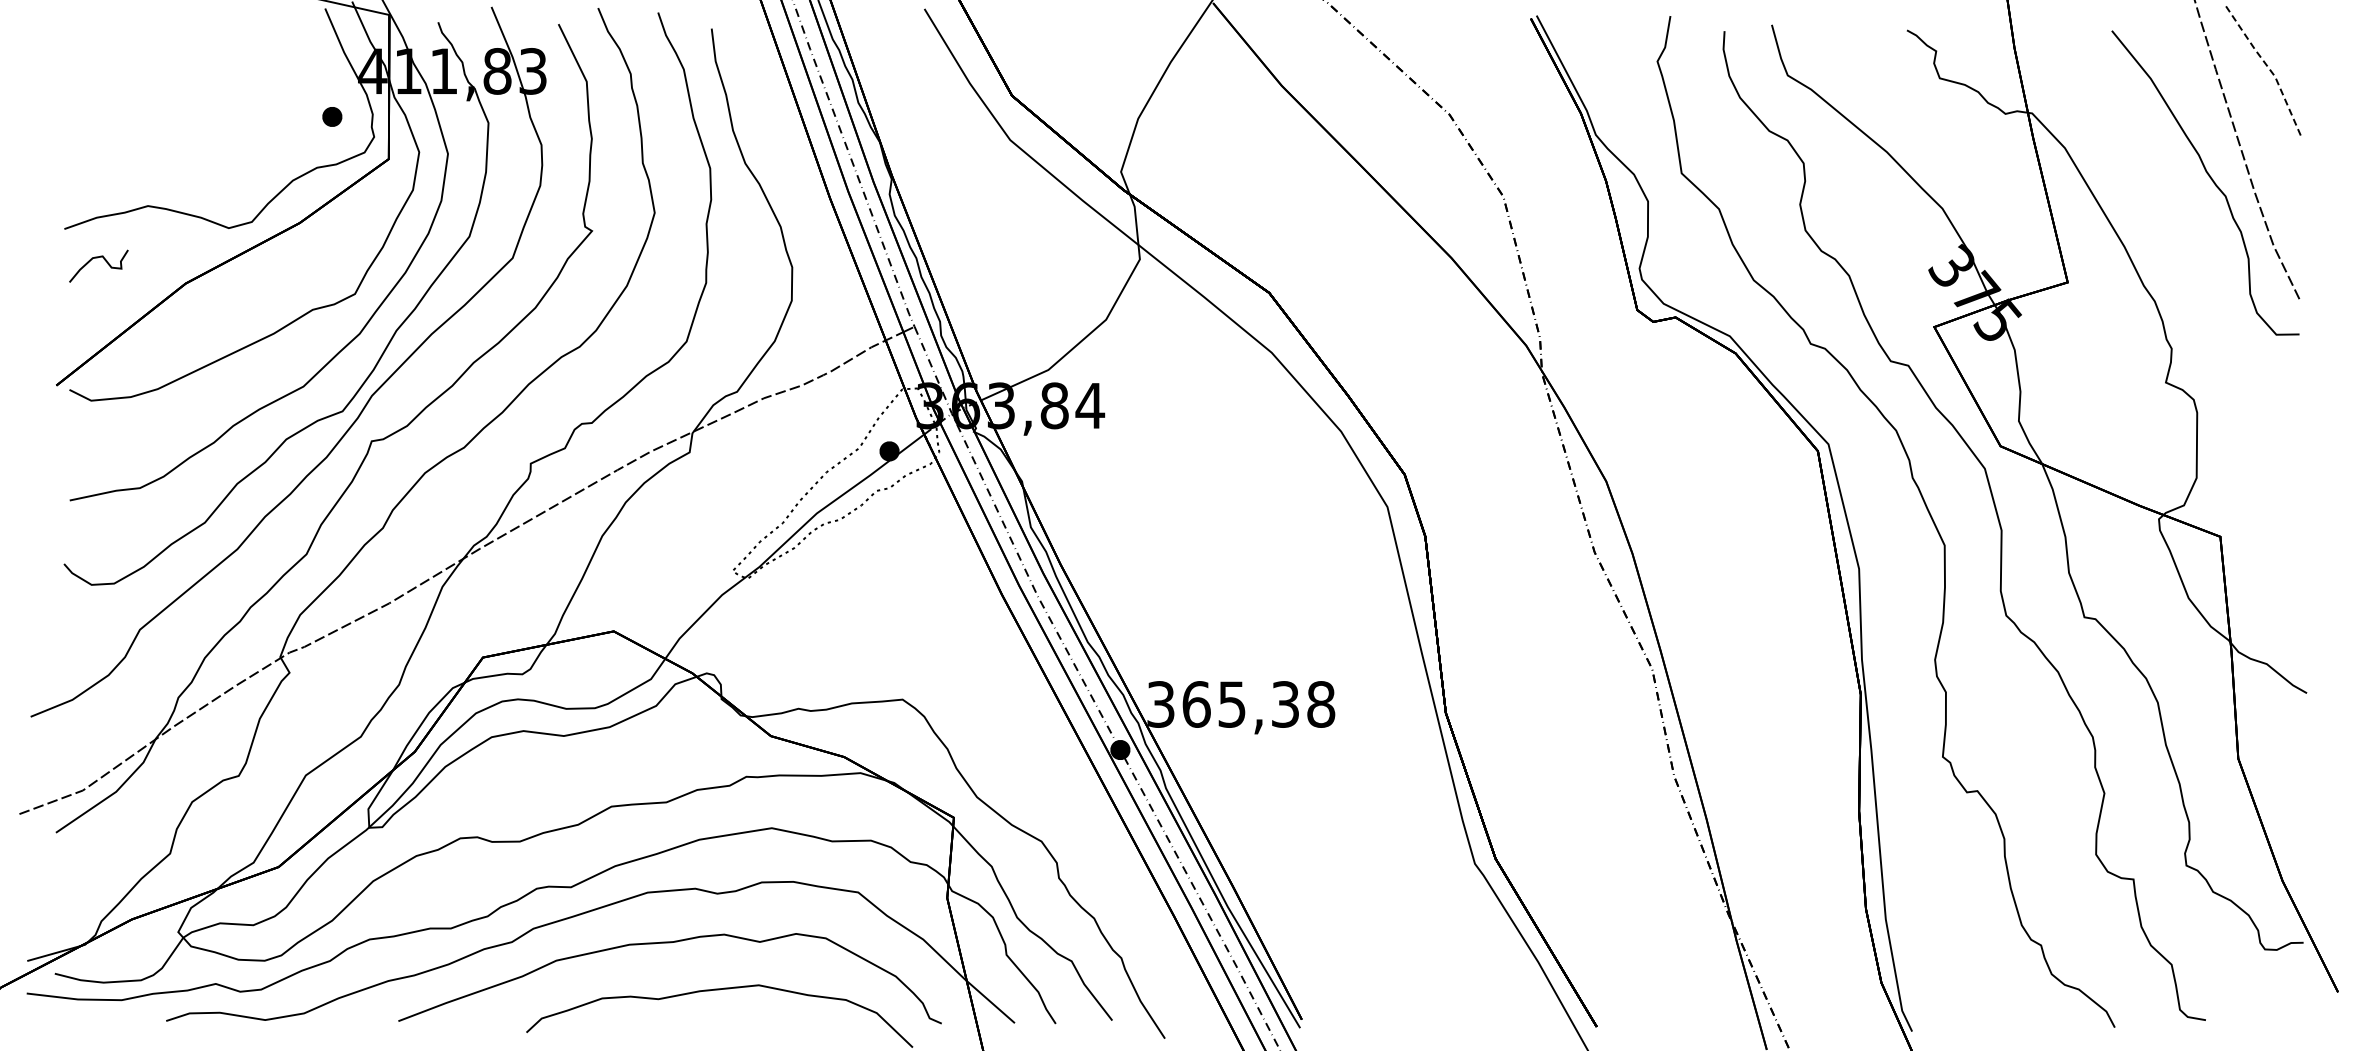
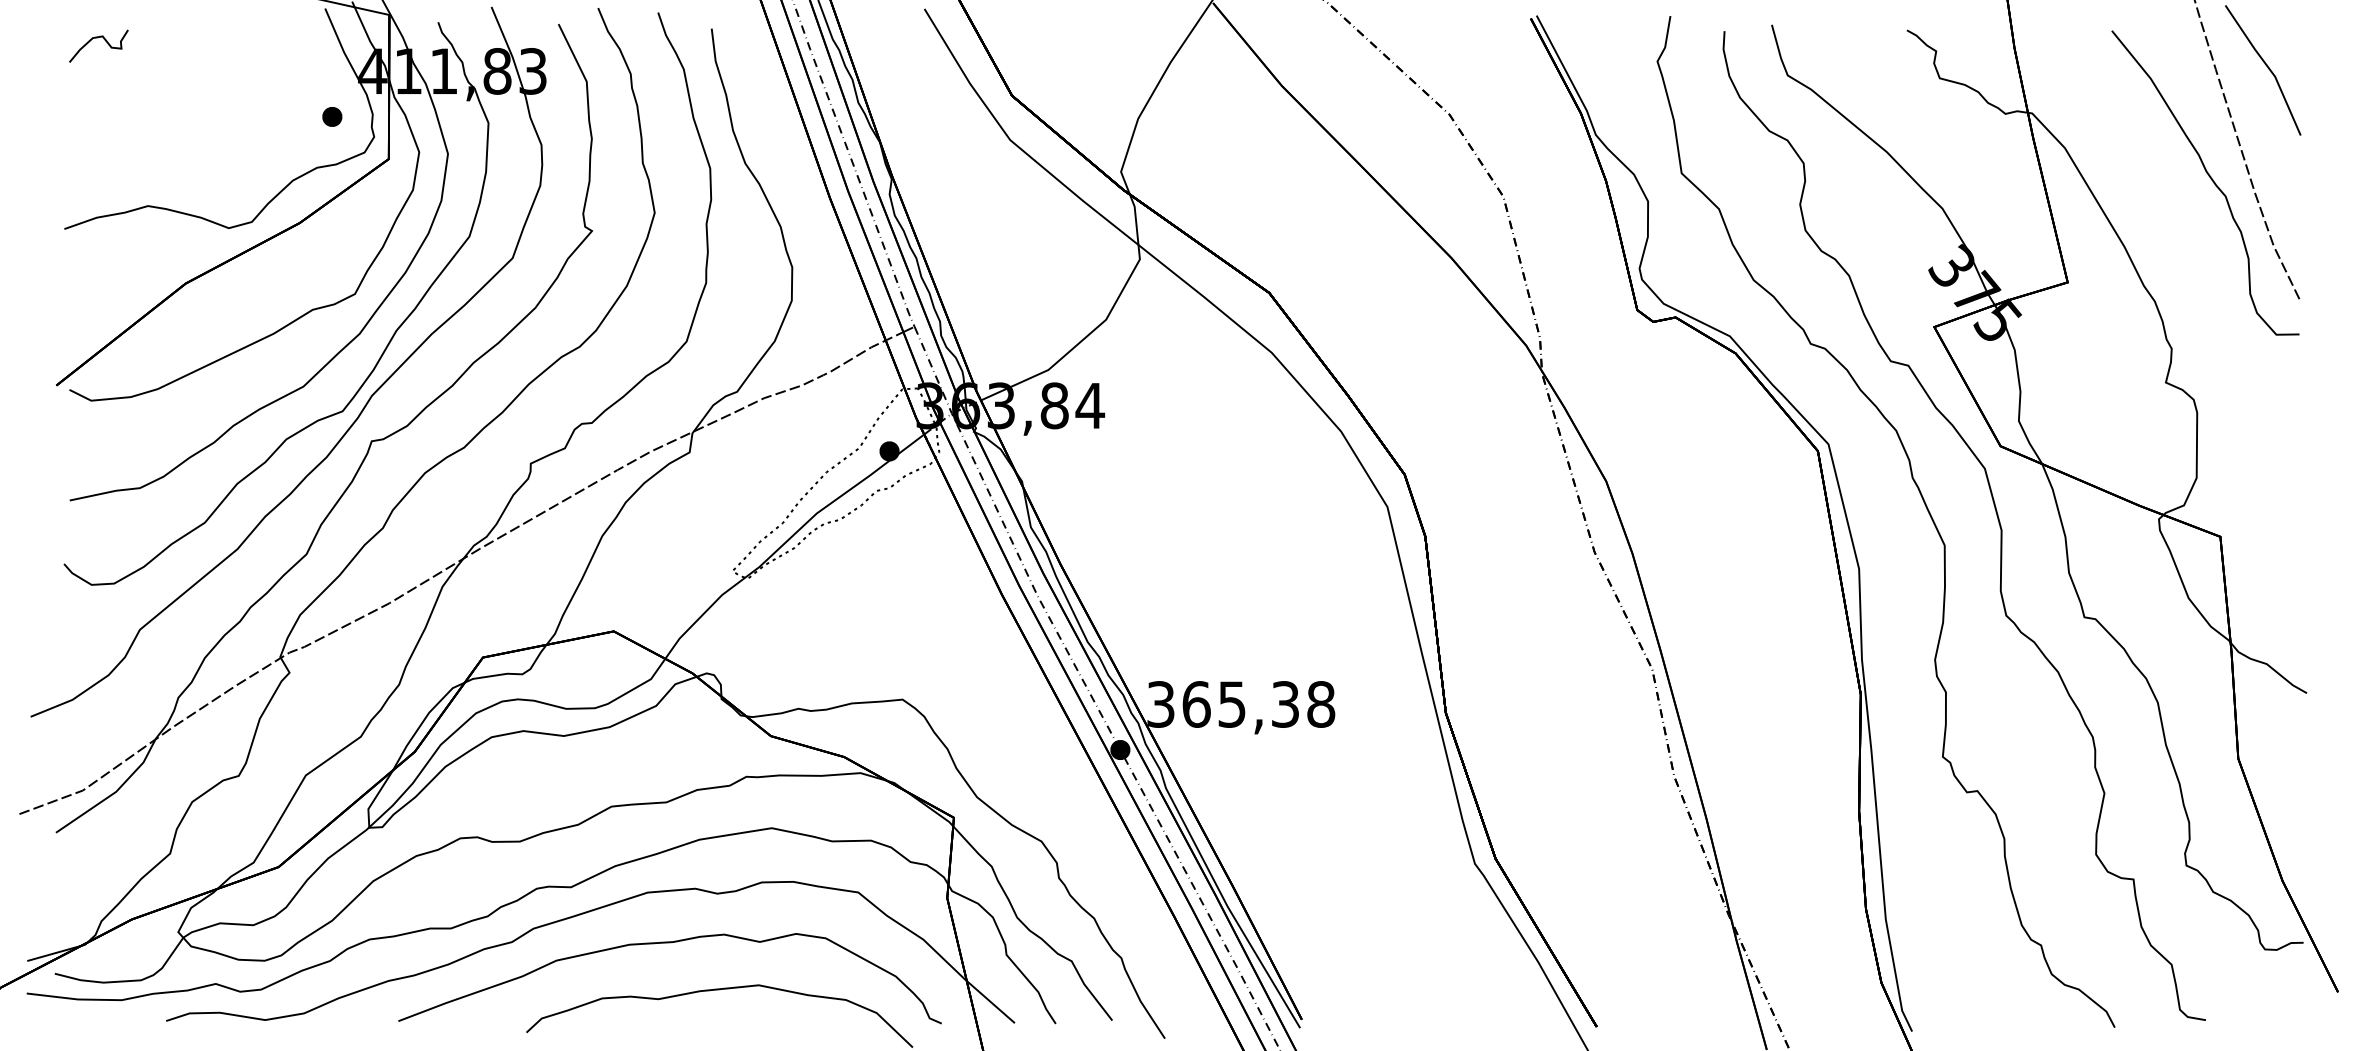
line at (2268, 67): dashed -> solid
curve at (97, 258) position: (97, 258) -> (97, 38)
